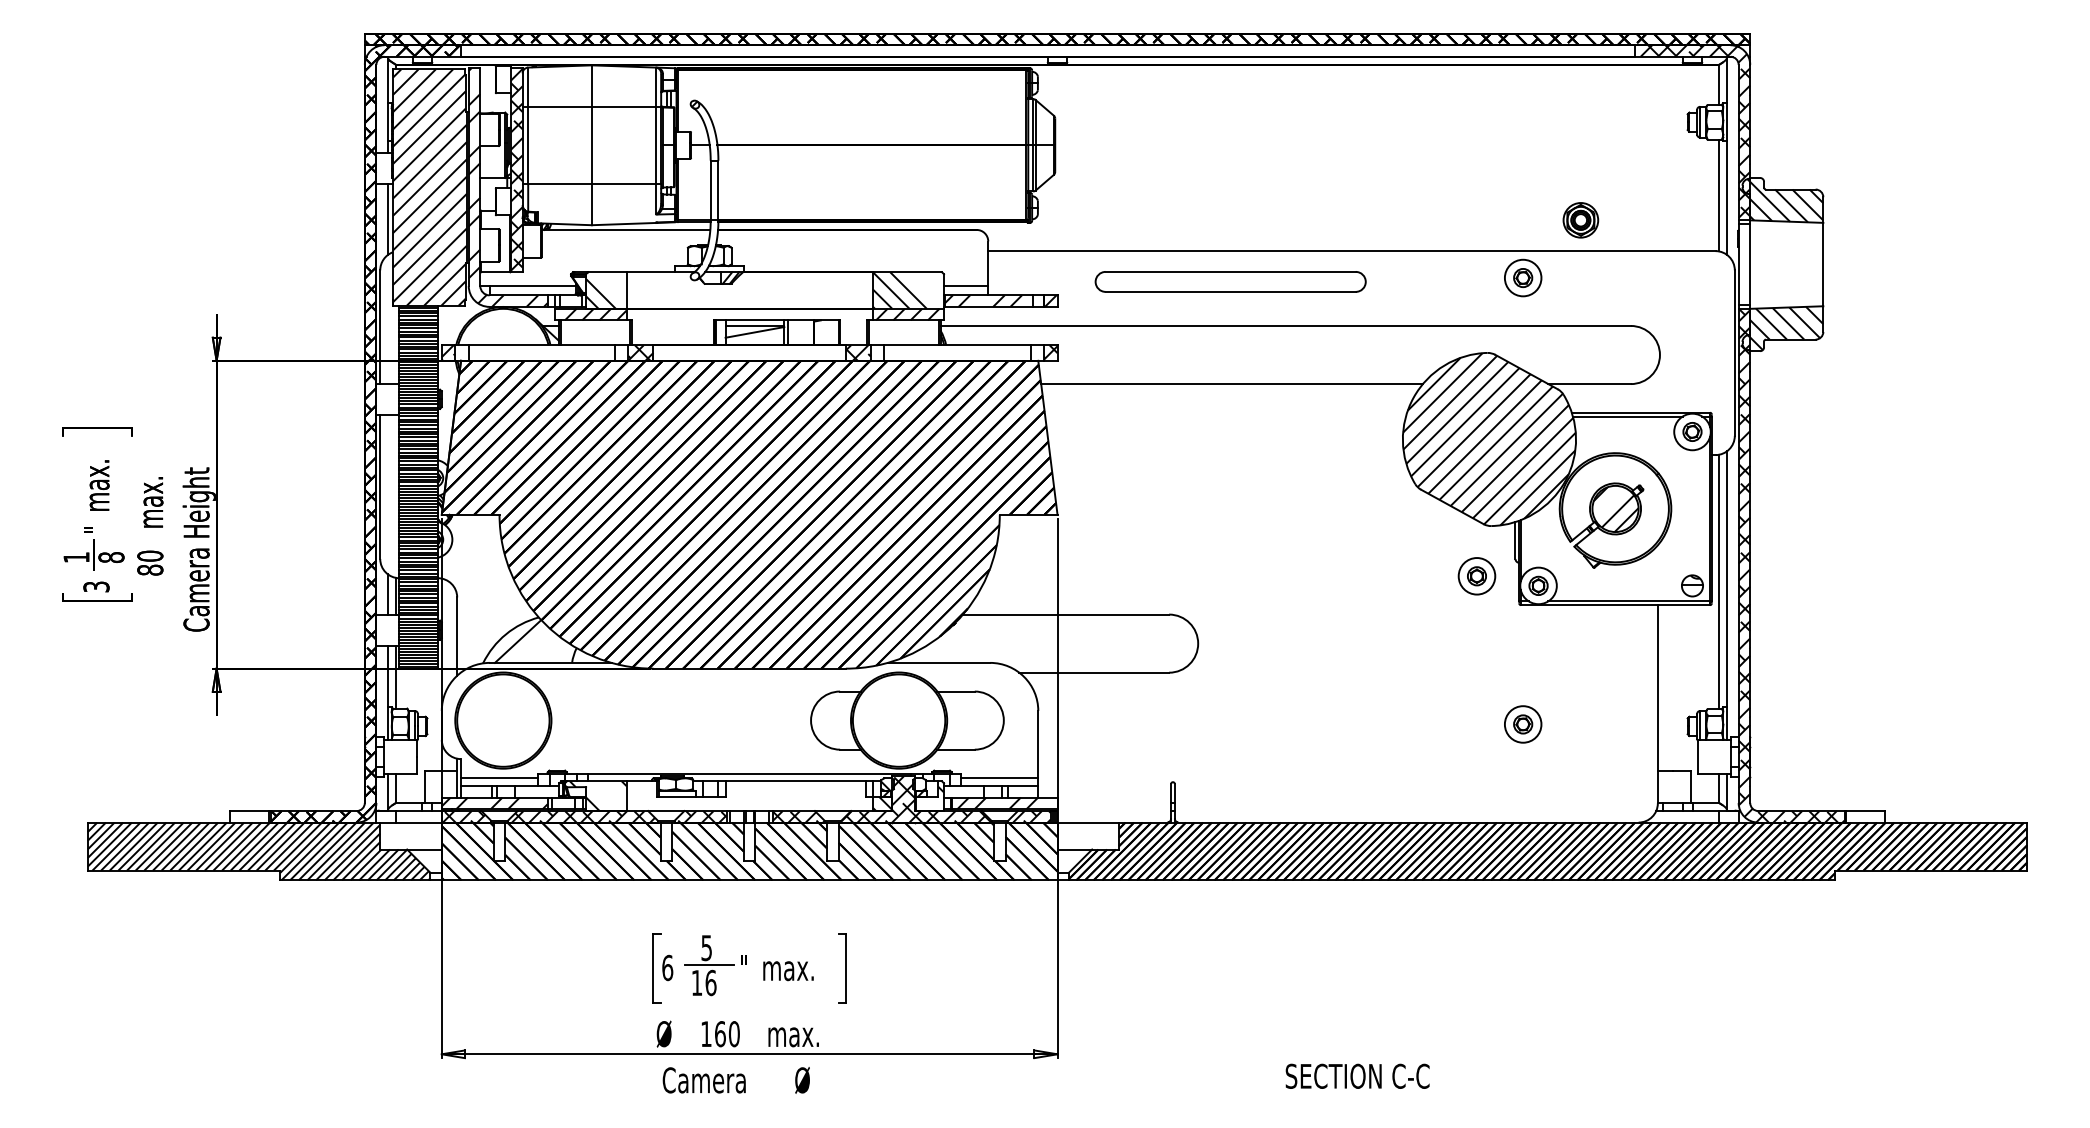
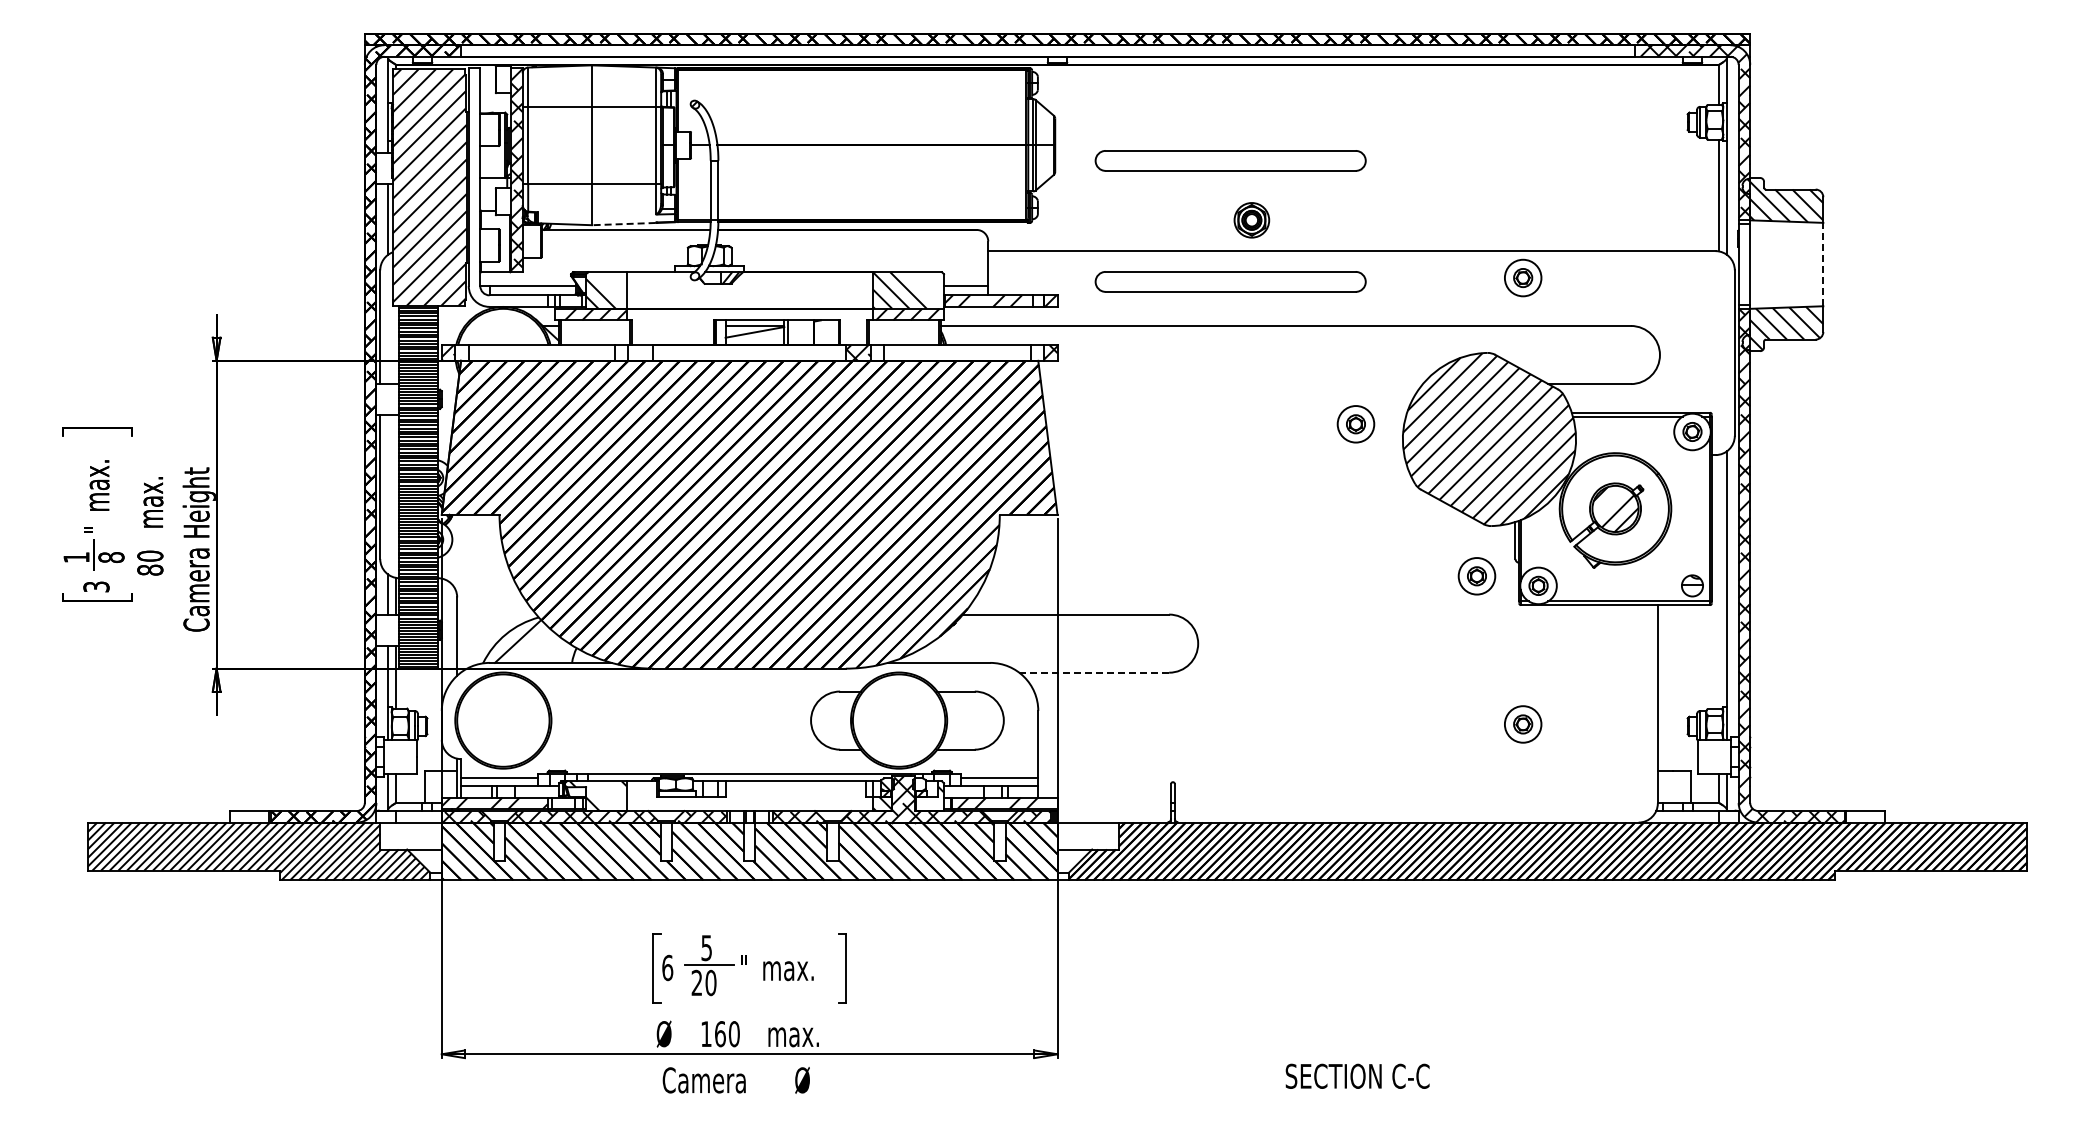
part at (1230, 160): none -> present
hatch at (507, 187): present -> none
part at (1580, 220) position: (1580, 220) -> (1251, 220)
line at (623, 224): solid -> dashed
line at (1823, 264): solid -> dashed
hatch at (640, 352): present -> none
line at (1231, 384): present -> none
part at (1355, 424): none -> present
line at (1719, 581): present -> none
line at (1094, 672): solid -> dashed
text at (703, 982): 16 -> 20
